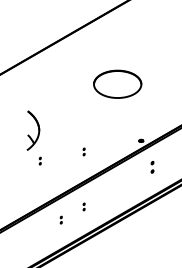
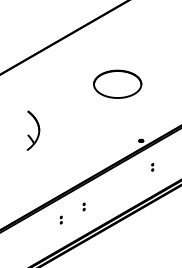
part at (83, 151): present -> none
part at (39, 160): present -> none
part at (152, 167) size: 5x13 px -> 4x9 px
